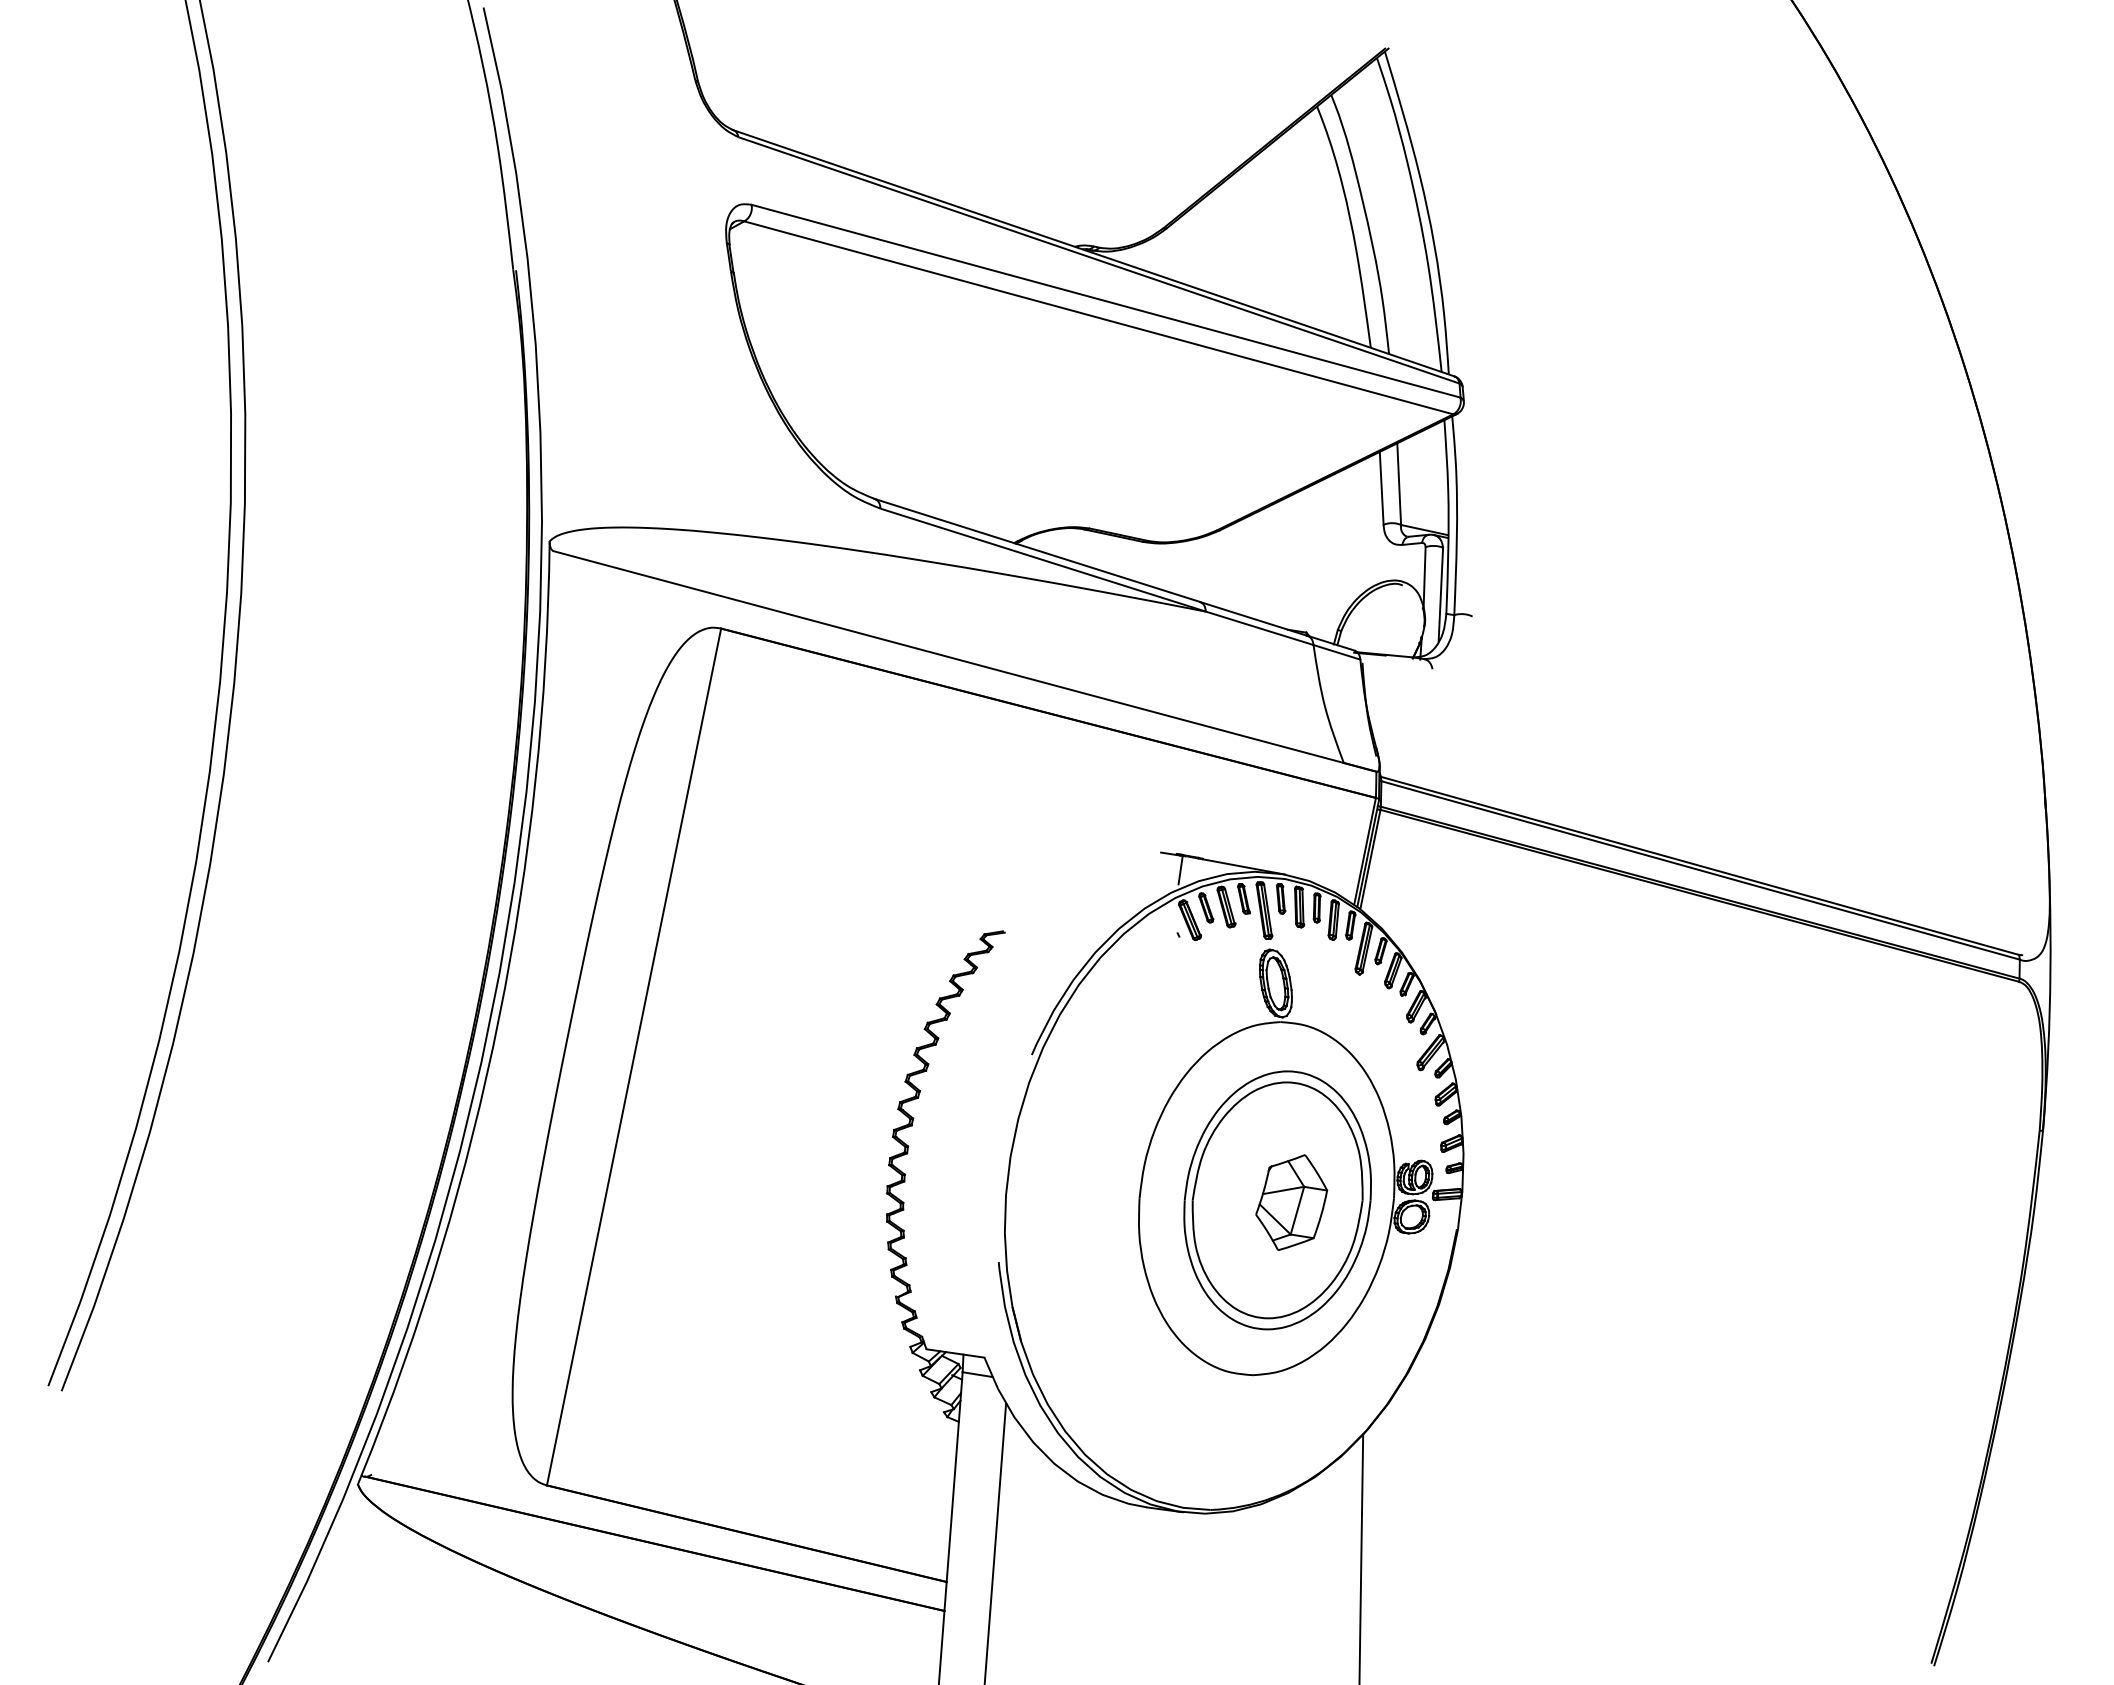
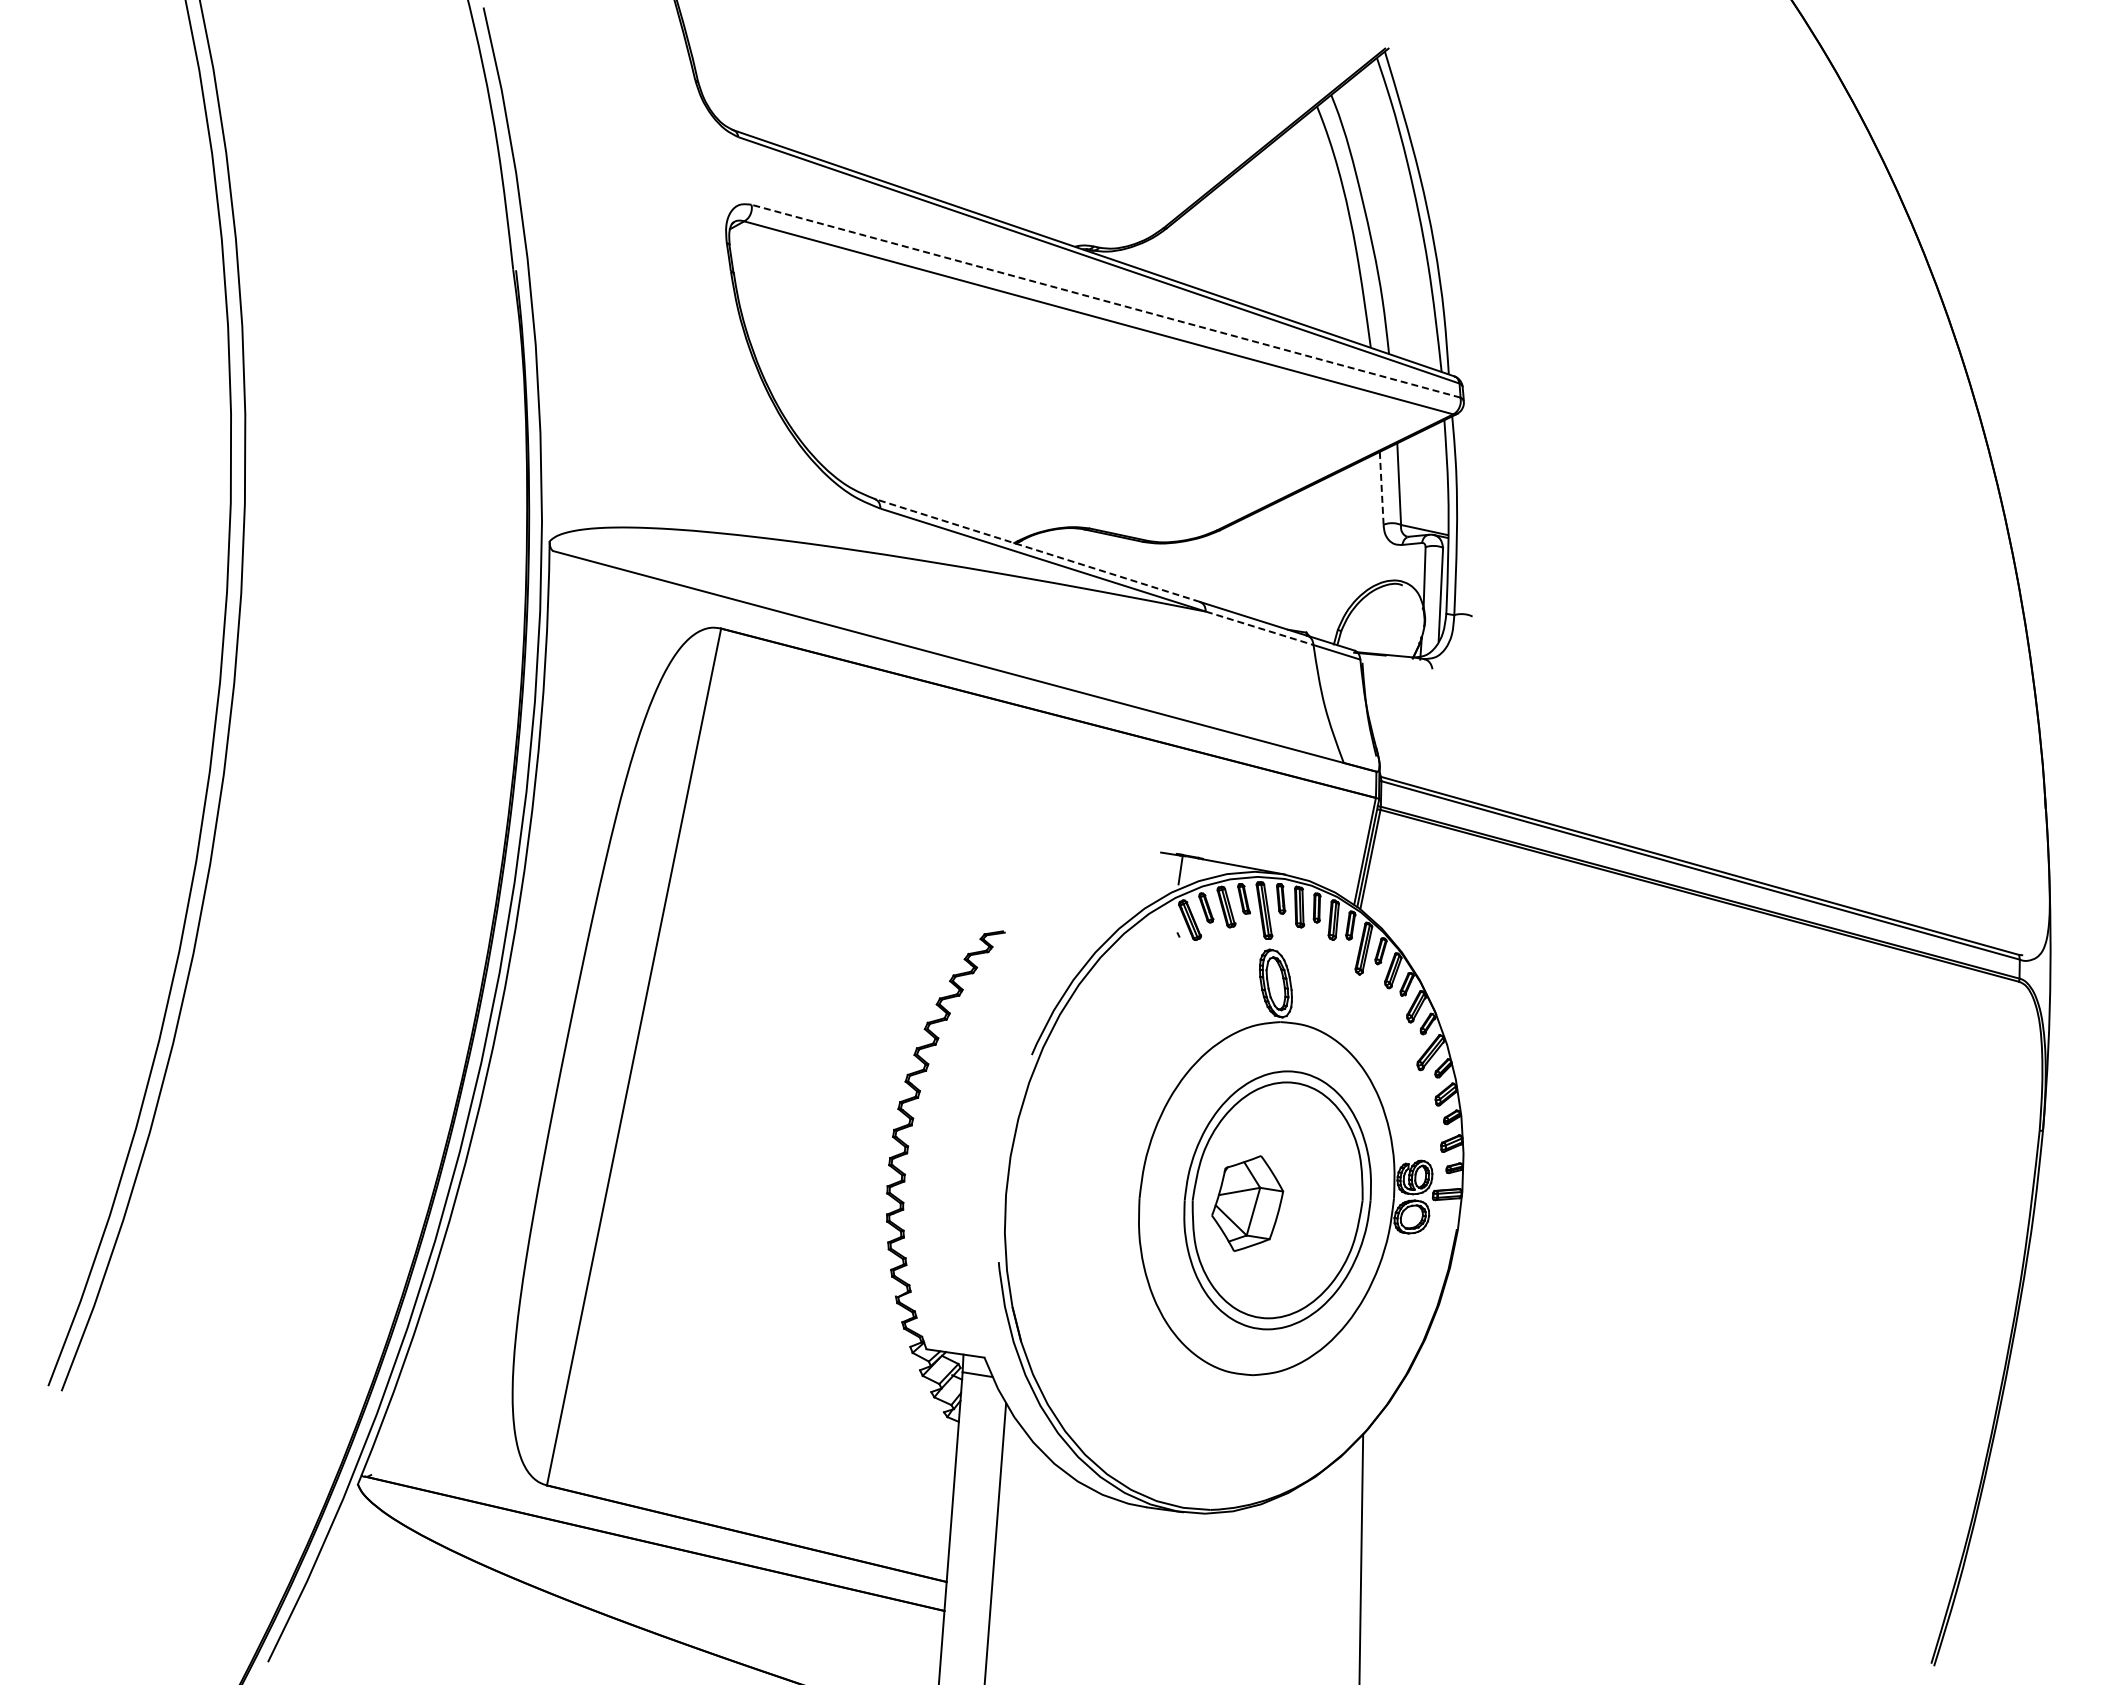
line at (1105, 301): solid -> dashed
line at (1381, 488): solid -> dashed
line at (1036, 550): solid -> dashed
line at (1260, 628): solid -> dashed
part at (1291, 1202) position: (1291, 1202) -> (1247, 1203)
